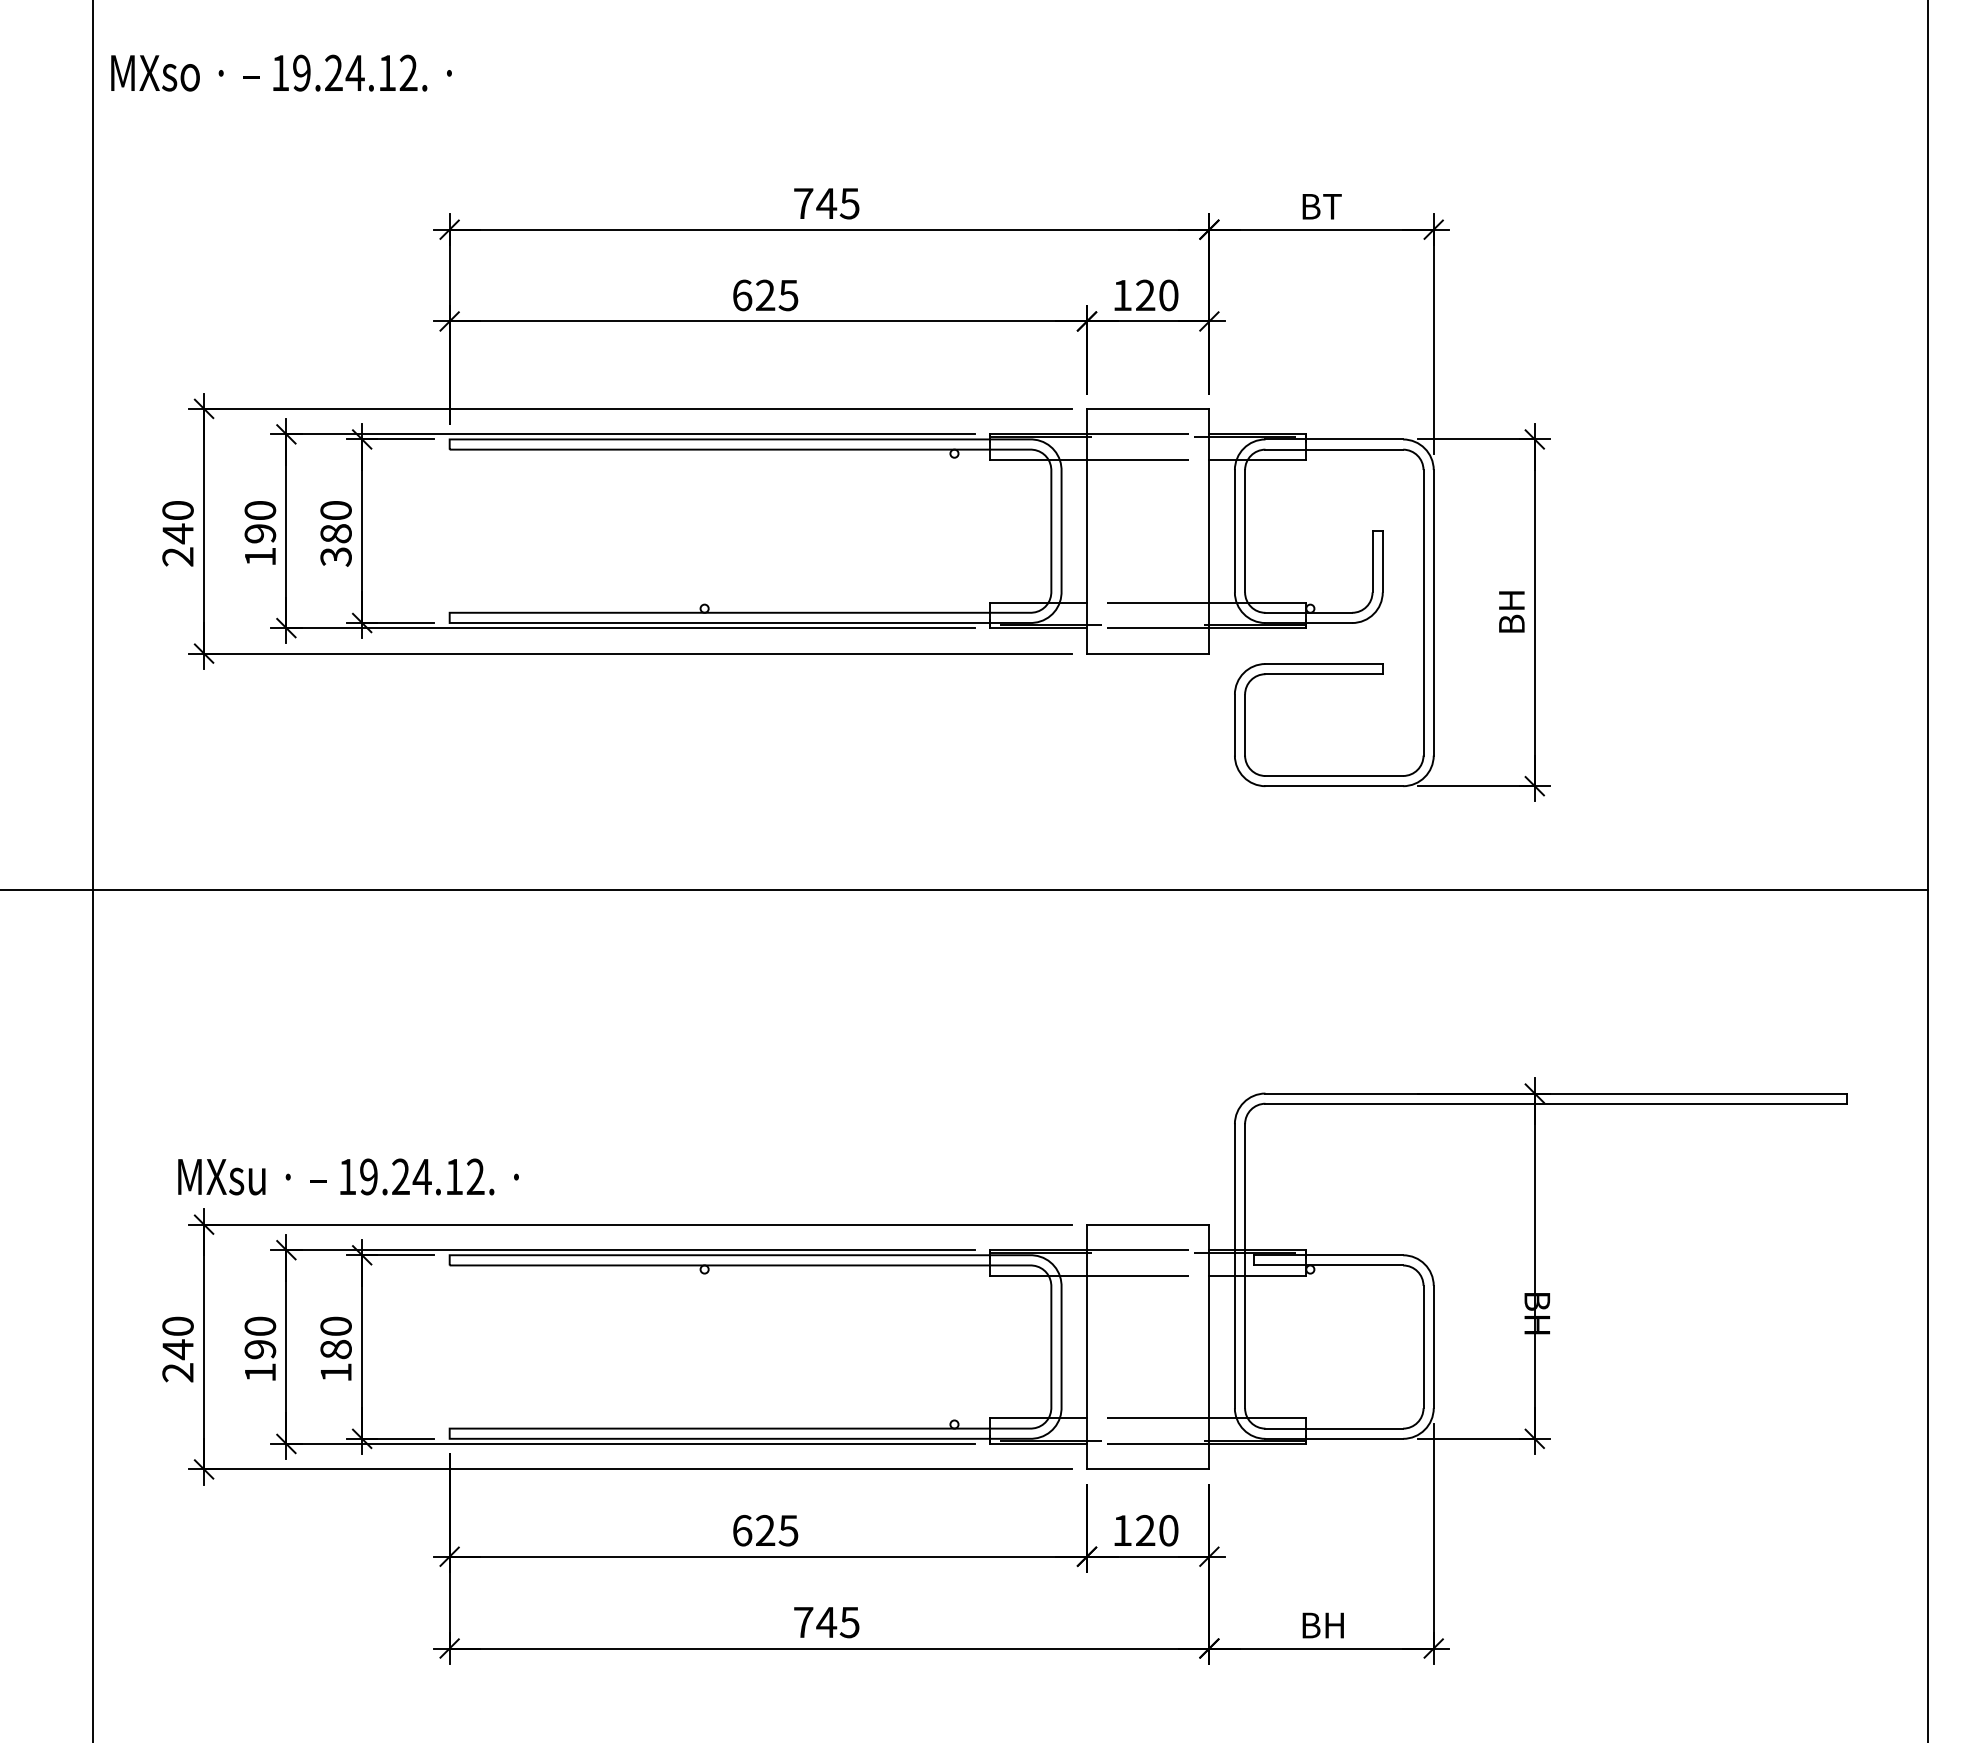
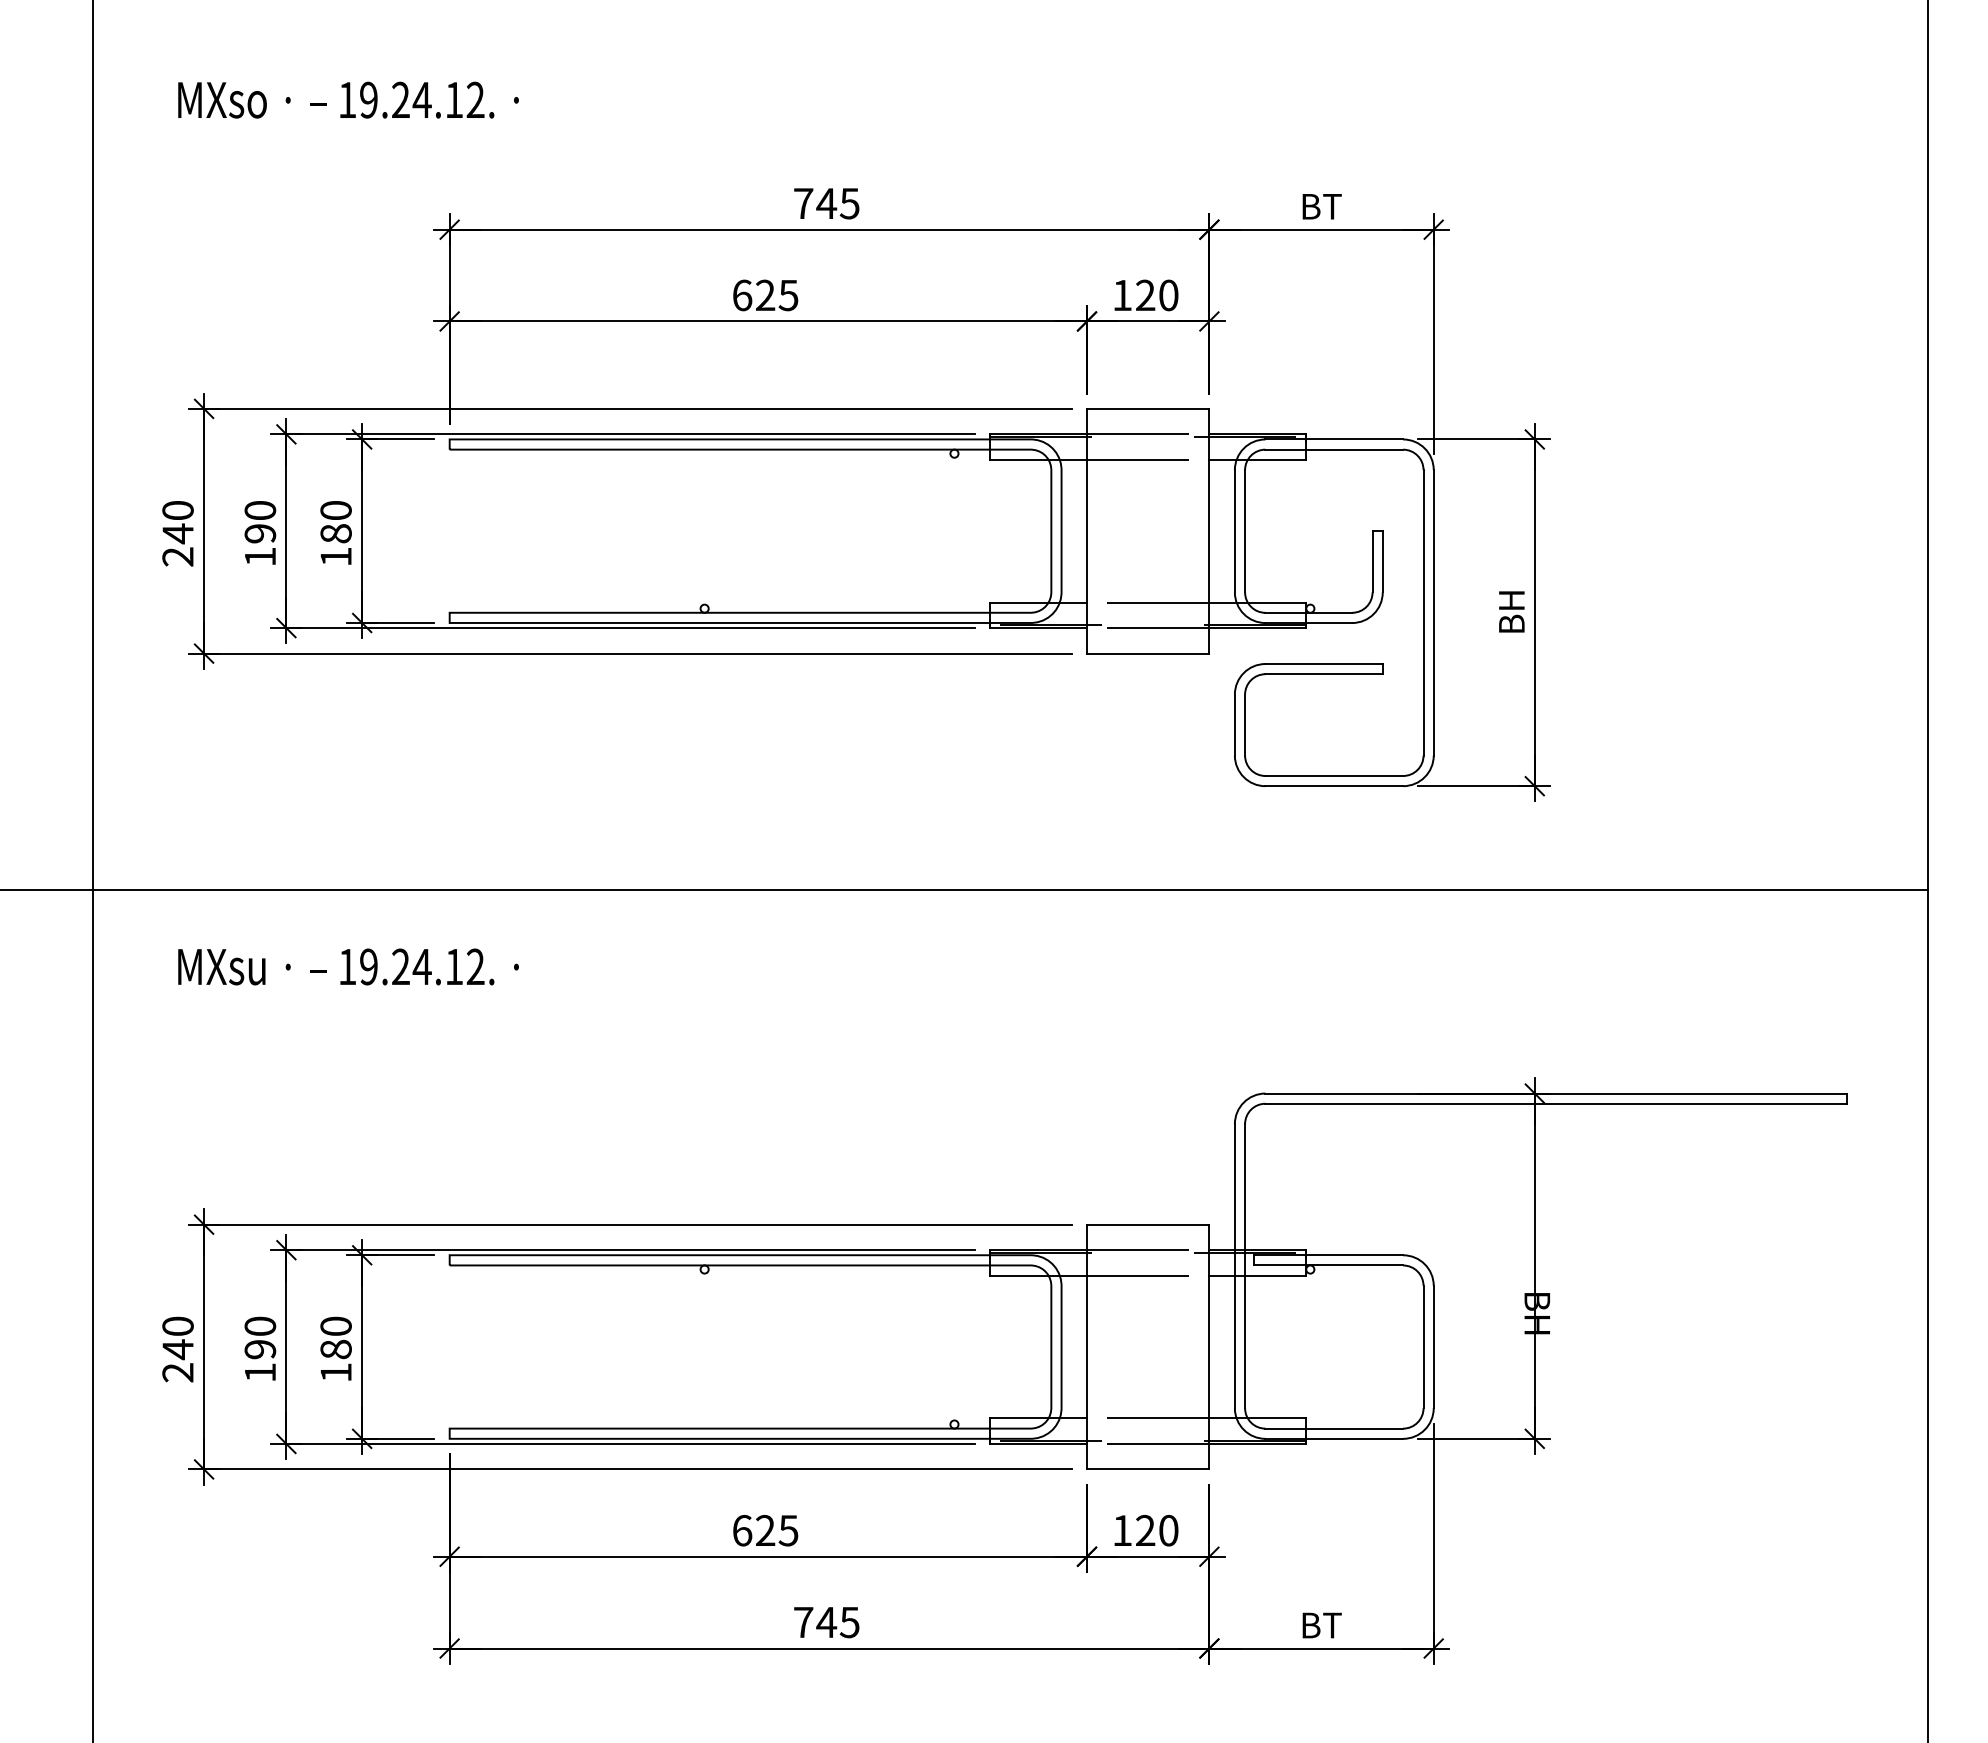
text at (281, 72) position: (281, 72) -> (348, 99)
text at (335, 556): 380 -> 180
text at (348, 1176) position: (348, 1176) -> (348, 966)
text at (1333, 1625): BH -> BT
